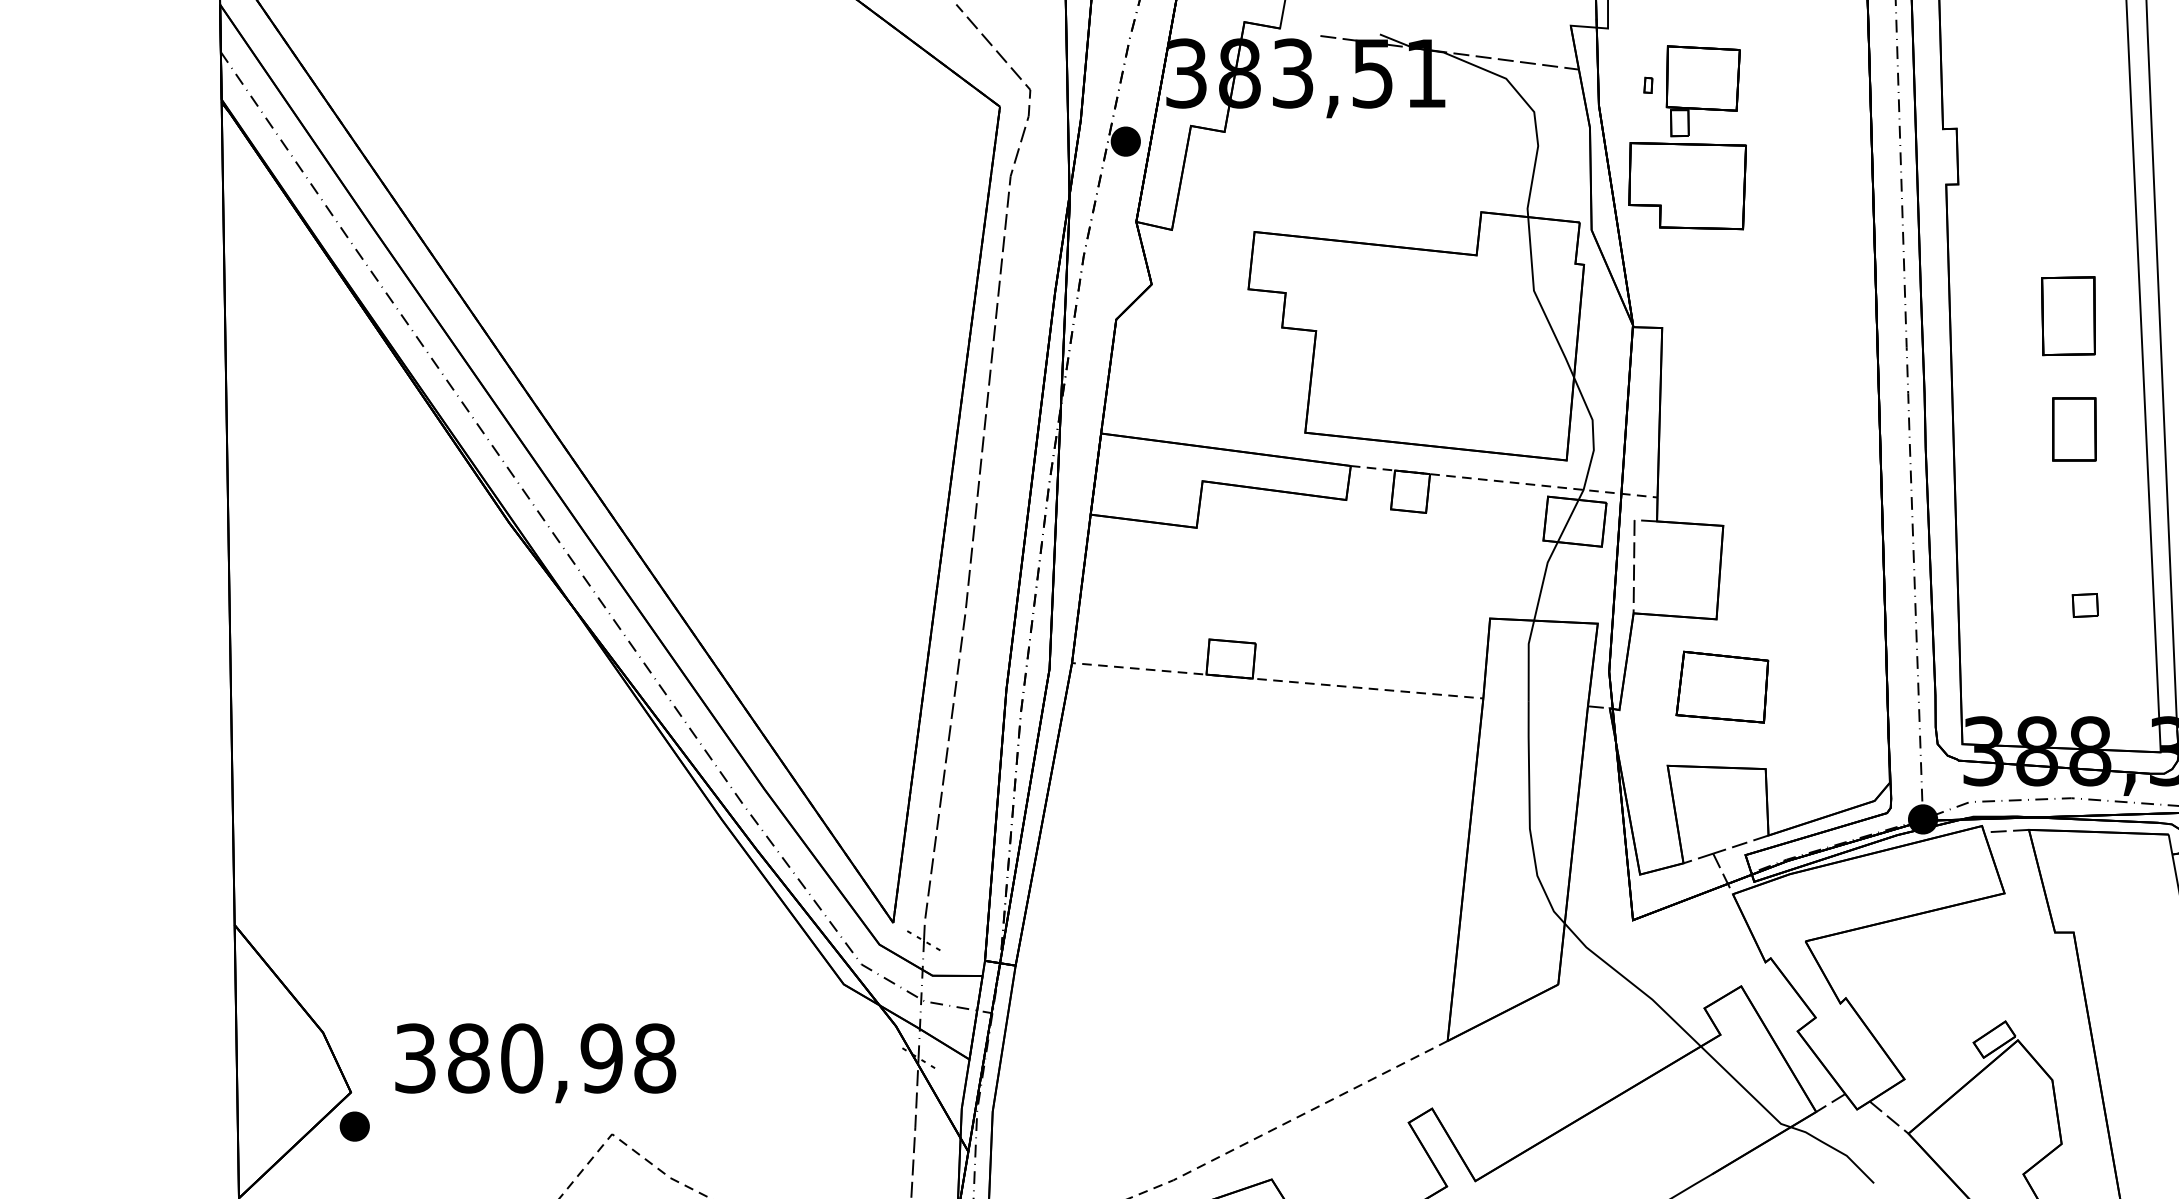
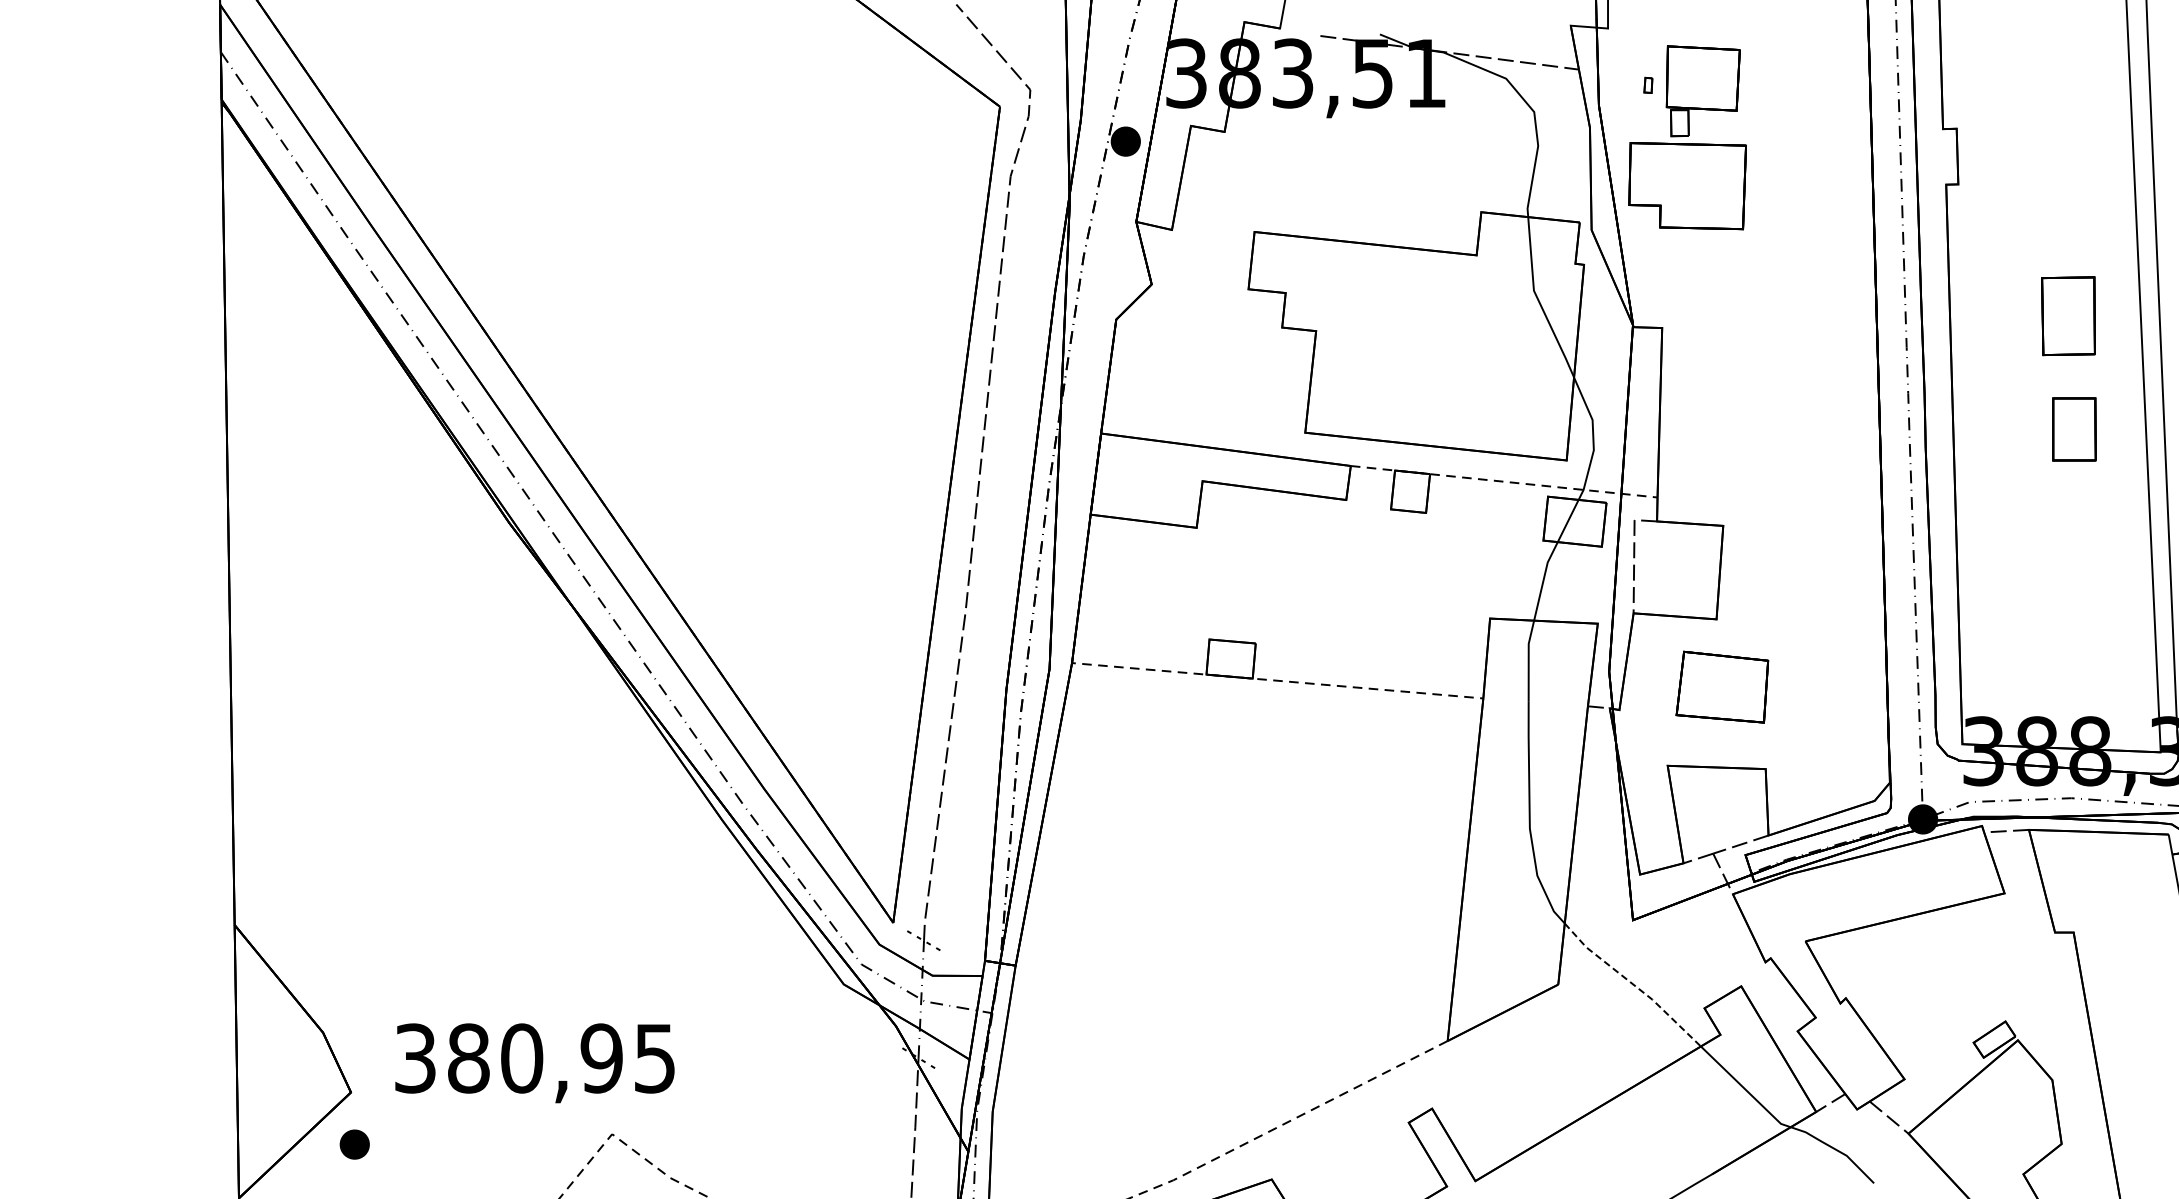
part at (2084, 605): present -> none
line at (1632, 984): solid -> dashed
text at (655, 1058): 380,98 -> 380,95
part at (354, 1126) position: (354, 1126) -> (354, 1144)
